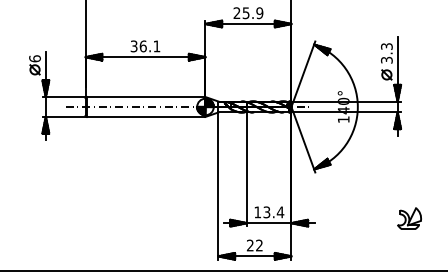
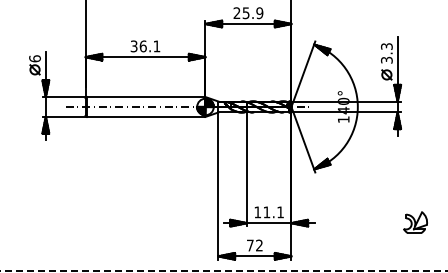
text at (273, 212): 13.4 -> 11.1
part at (409, 218) position: (409, 218) -> (415, 222)
text at (249, 245): 22 -> 72
line at (224, 271): solid -> dashed
